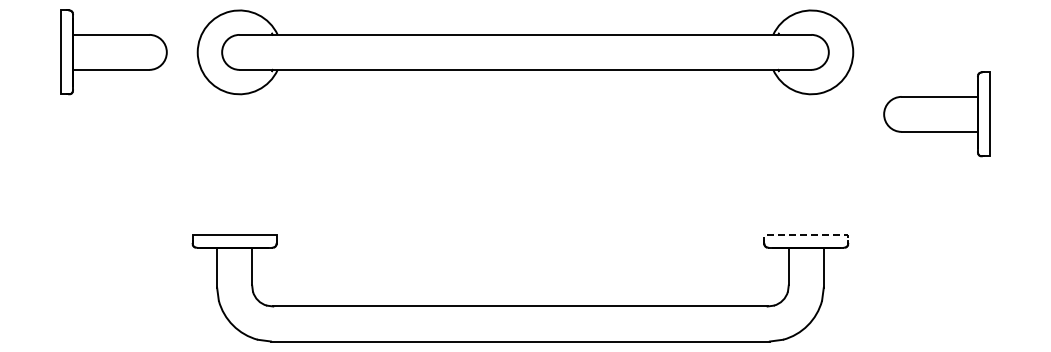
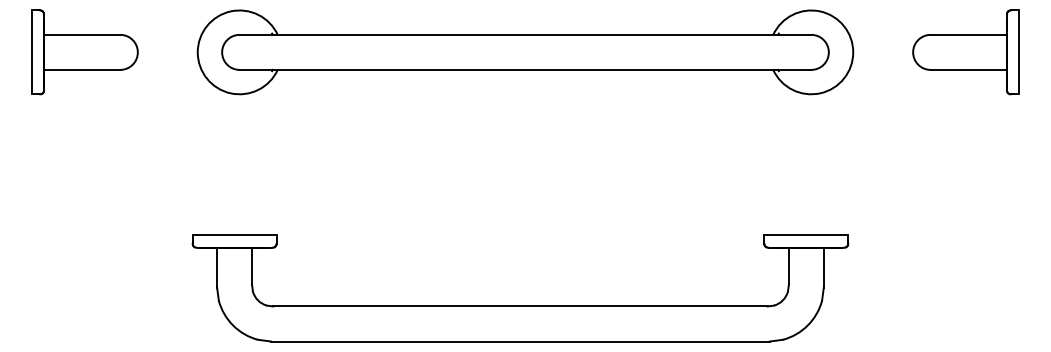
part at (113, 52) position: (113, 52) -> (84, 52)
part at (936, 114) position: (936, 114) -> (965, 52)
line at (806, 235): dashed -> solid
